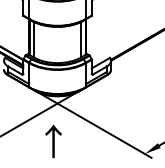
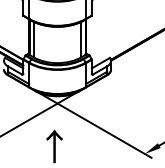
text at (53, 141) position: (53, 141) -> (54, 146)
